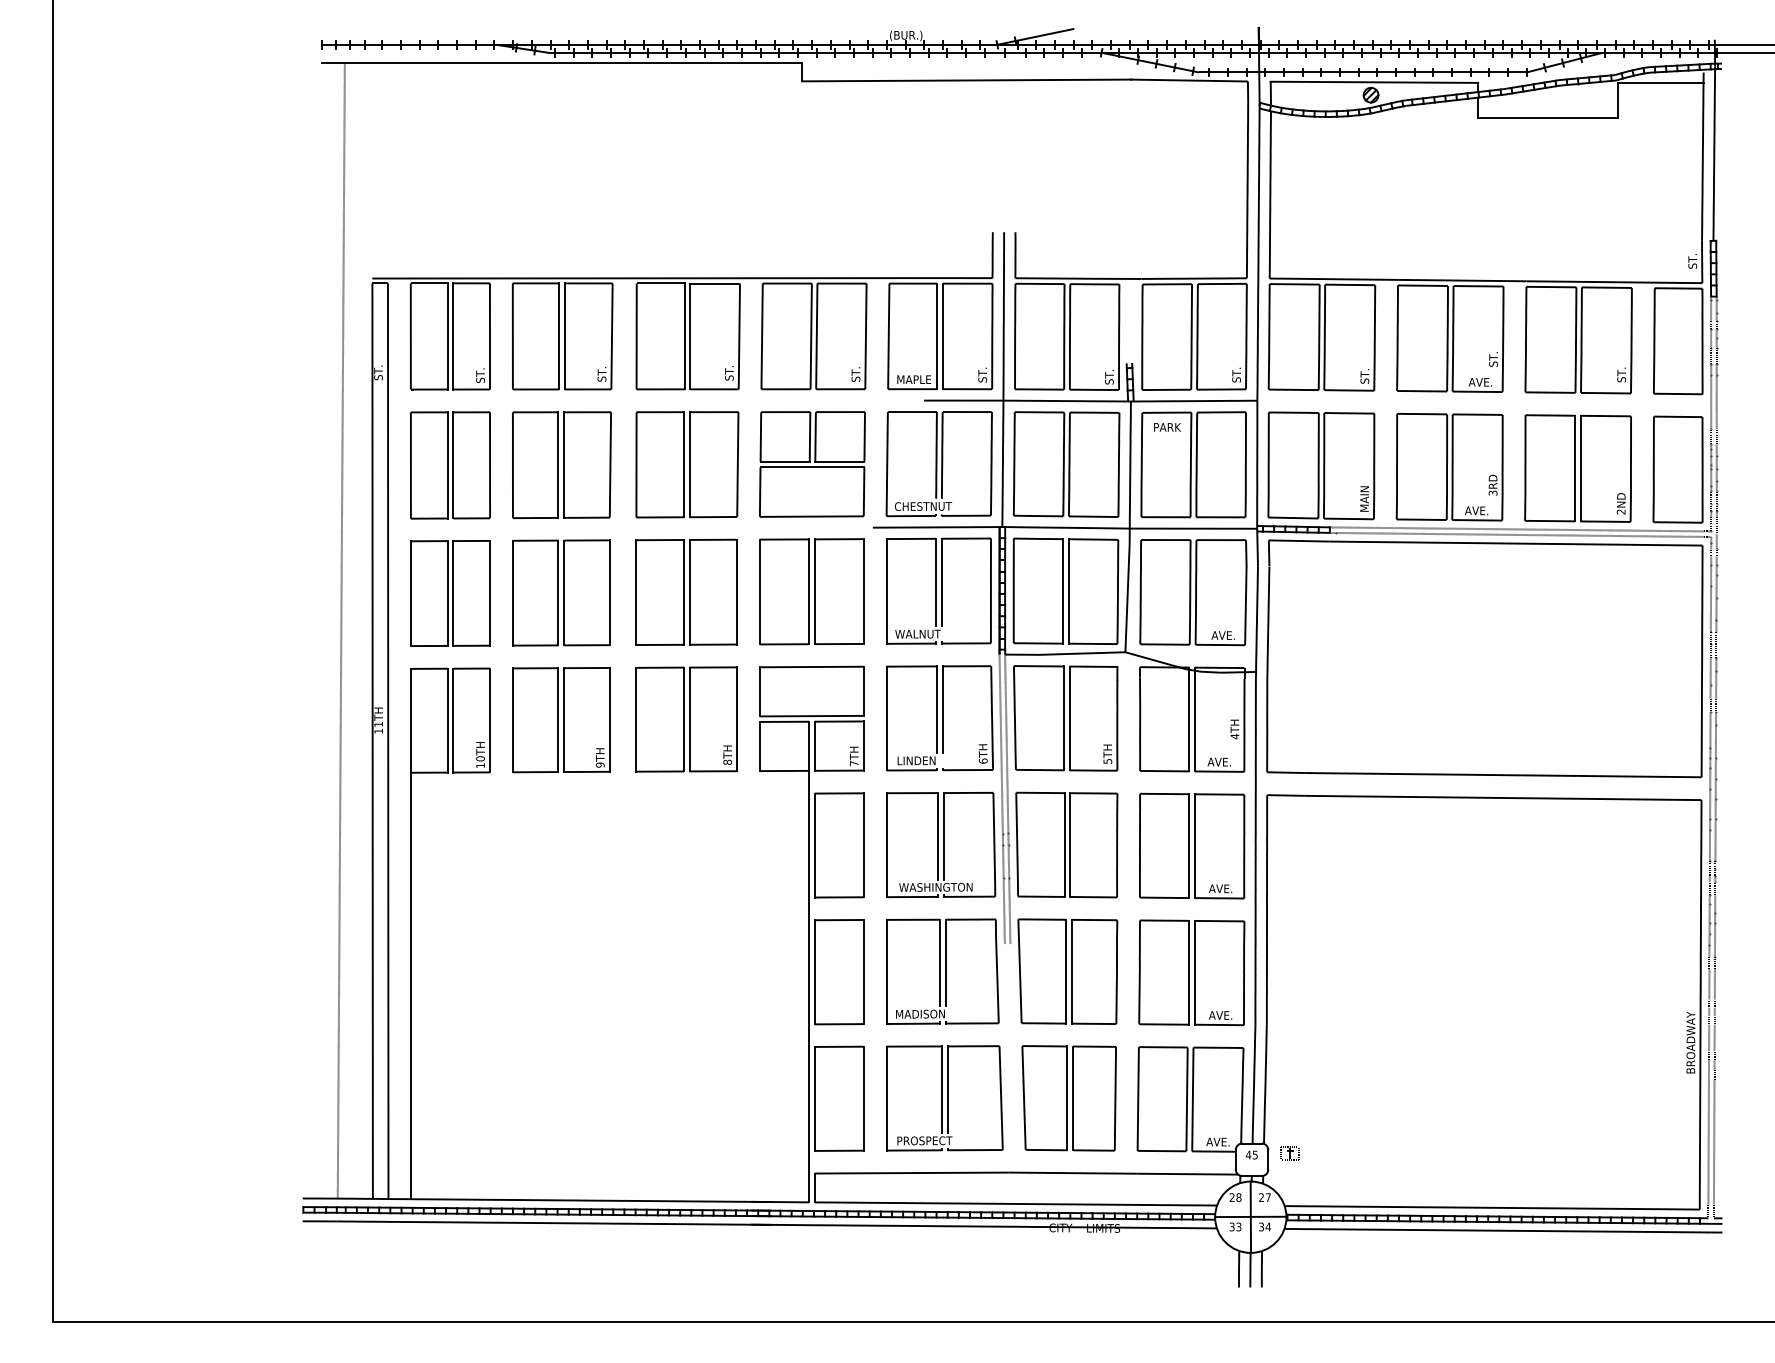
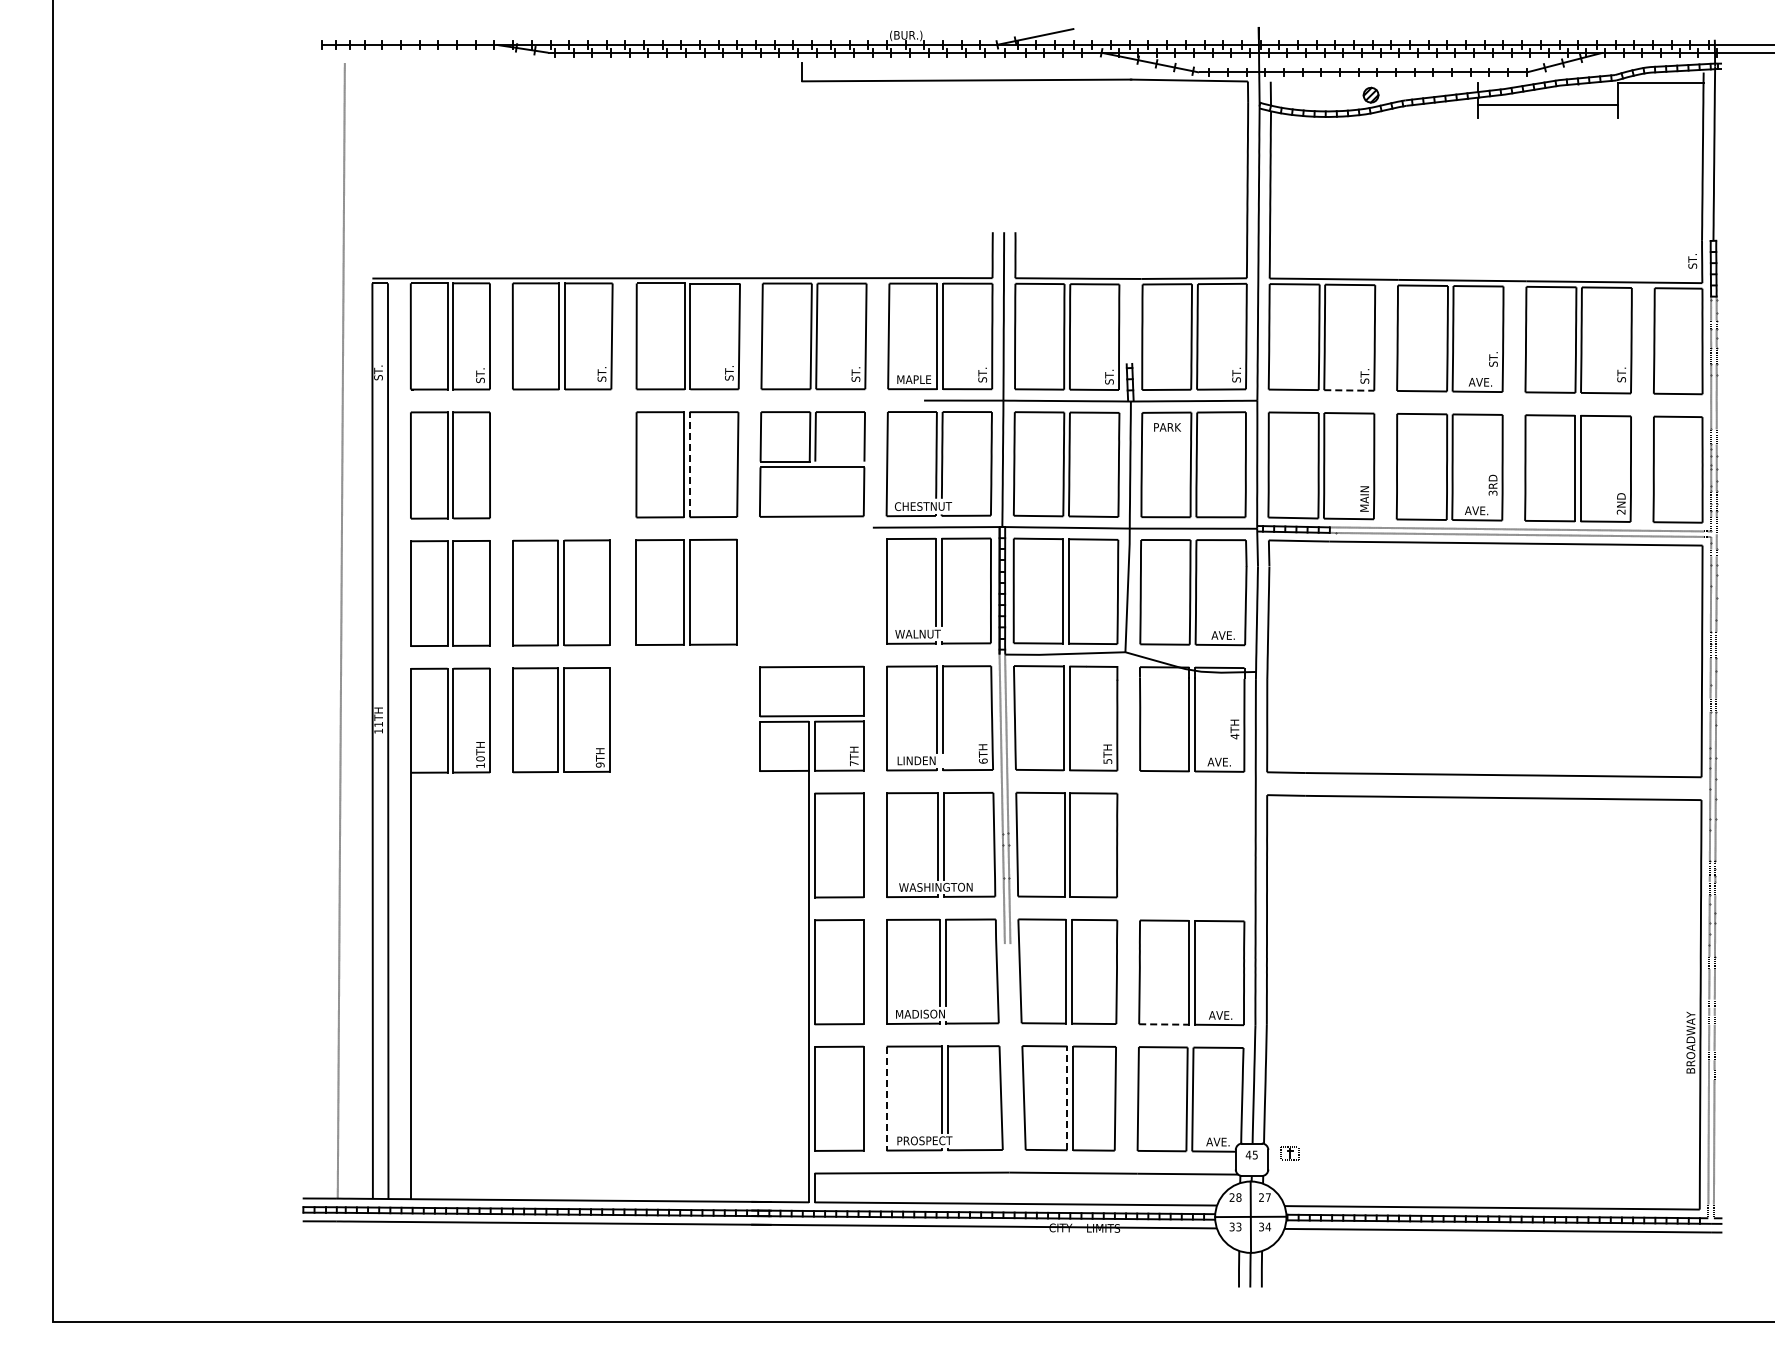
line at (561, 63): present -> none
line at (1374, 81): present -> none
line at (1548, 117) position: (1548, 117) -> (1548, 104)
line at (1347, 390): solid -> dashed
line at (839, 461): present -> none
line at (689, 464): solid -> dashed
part at (561, 465): present -> none
part at (811, 591): present -> none
part at (686, 719): present -> none
part at (1192, 845): present -> none
line at (1163, 1024): solid -> dashed
line at (886, 1098): solid -> dashed
line at (1067, 1098): solid -> dashed
